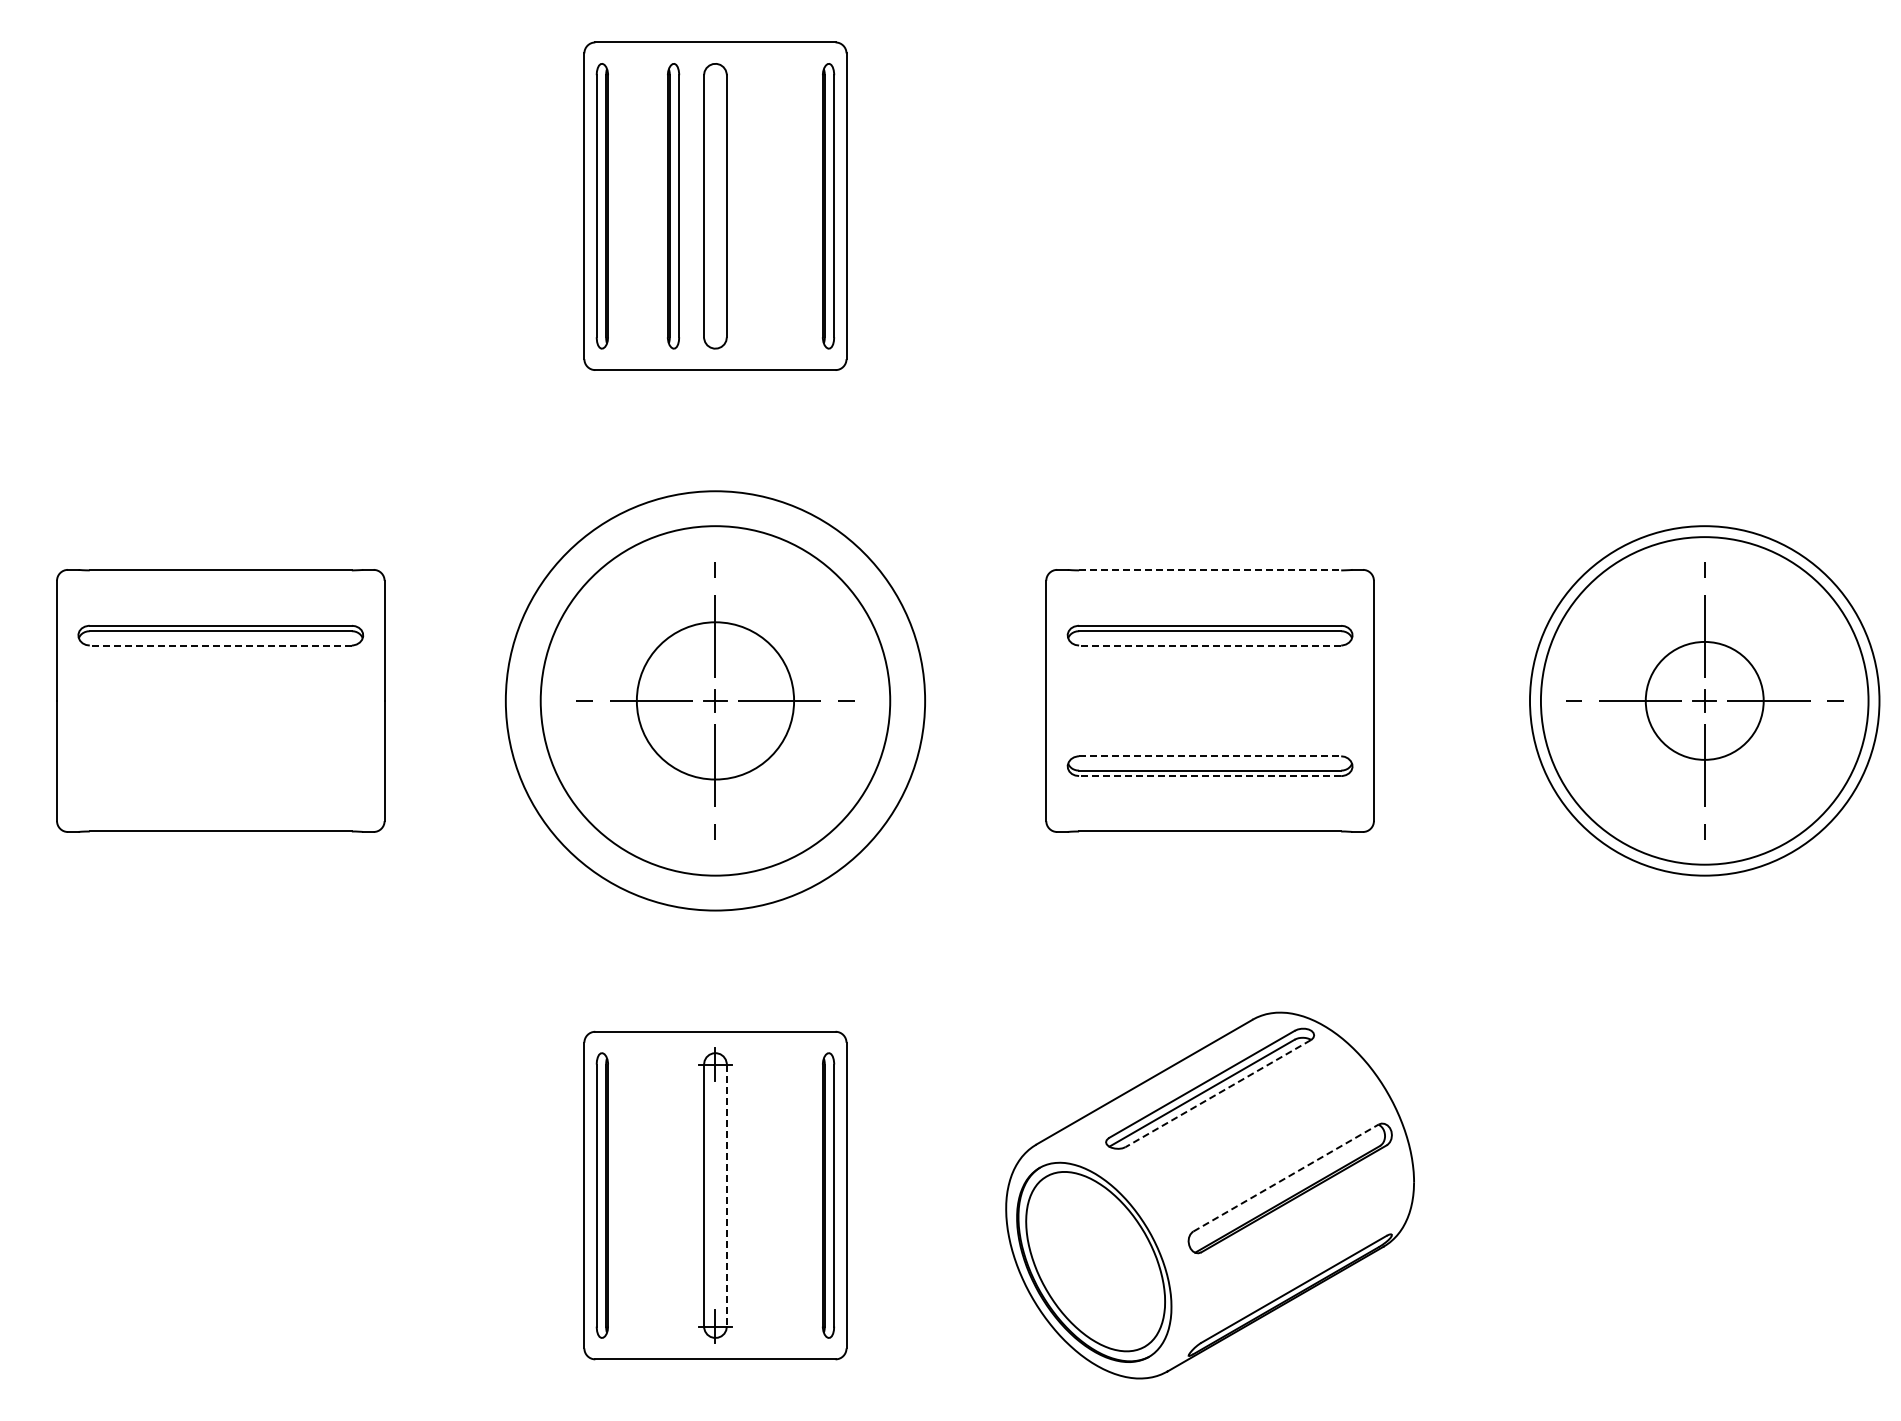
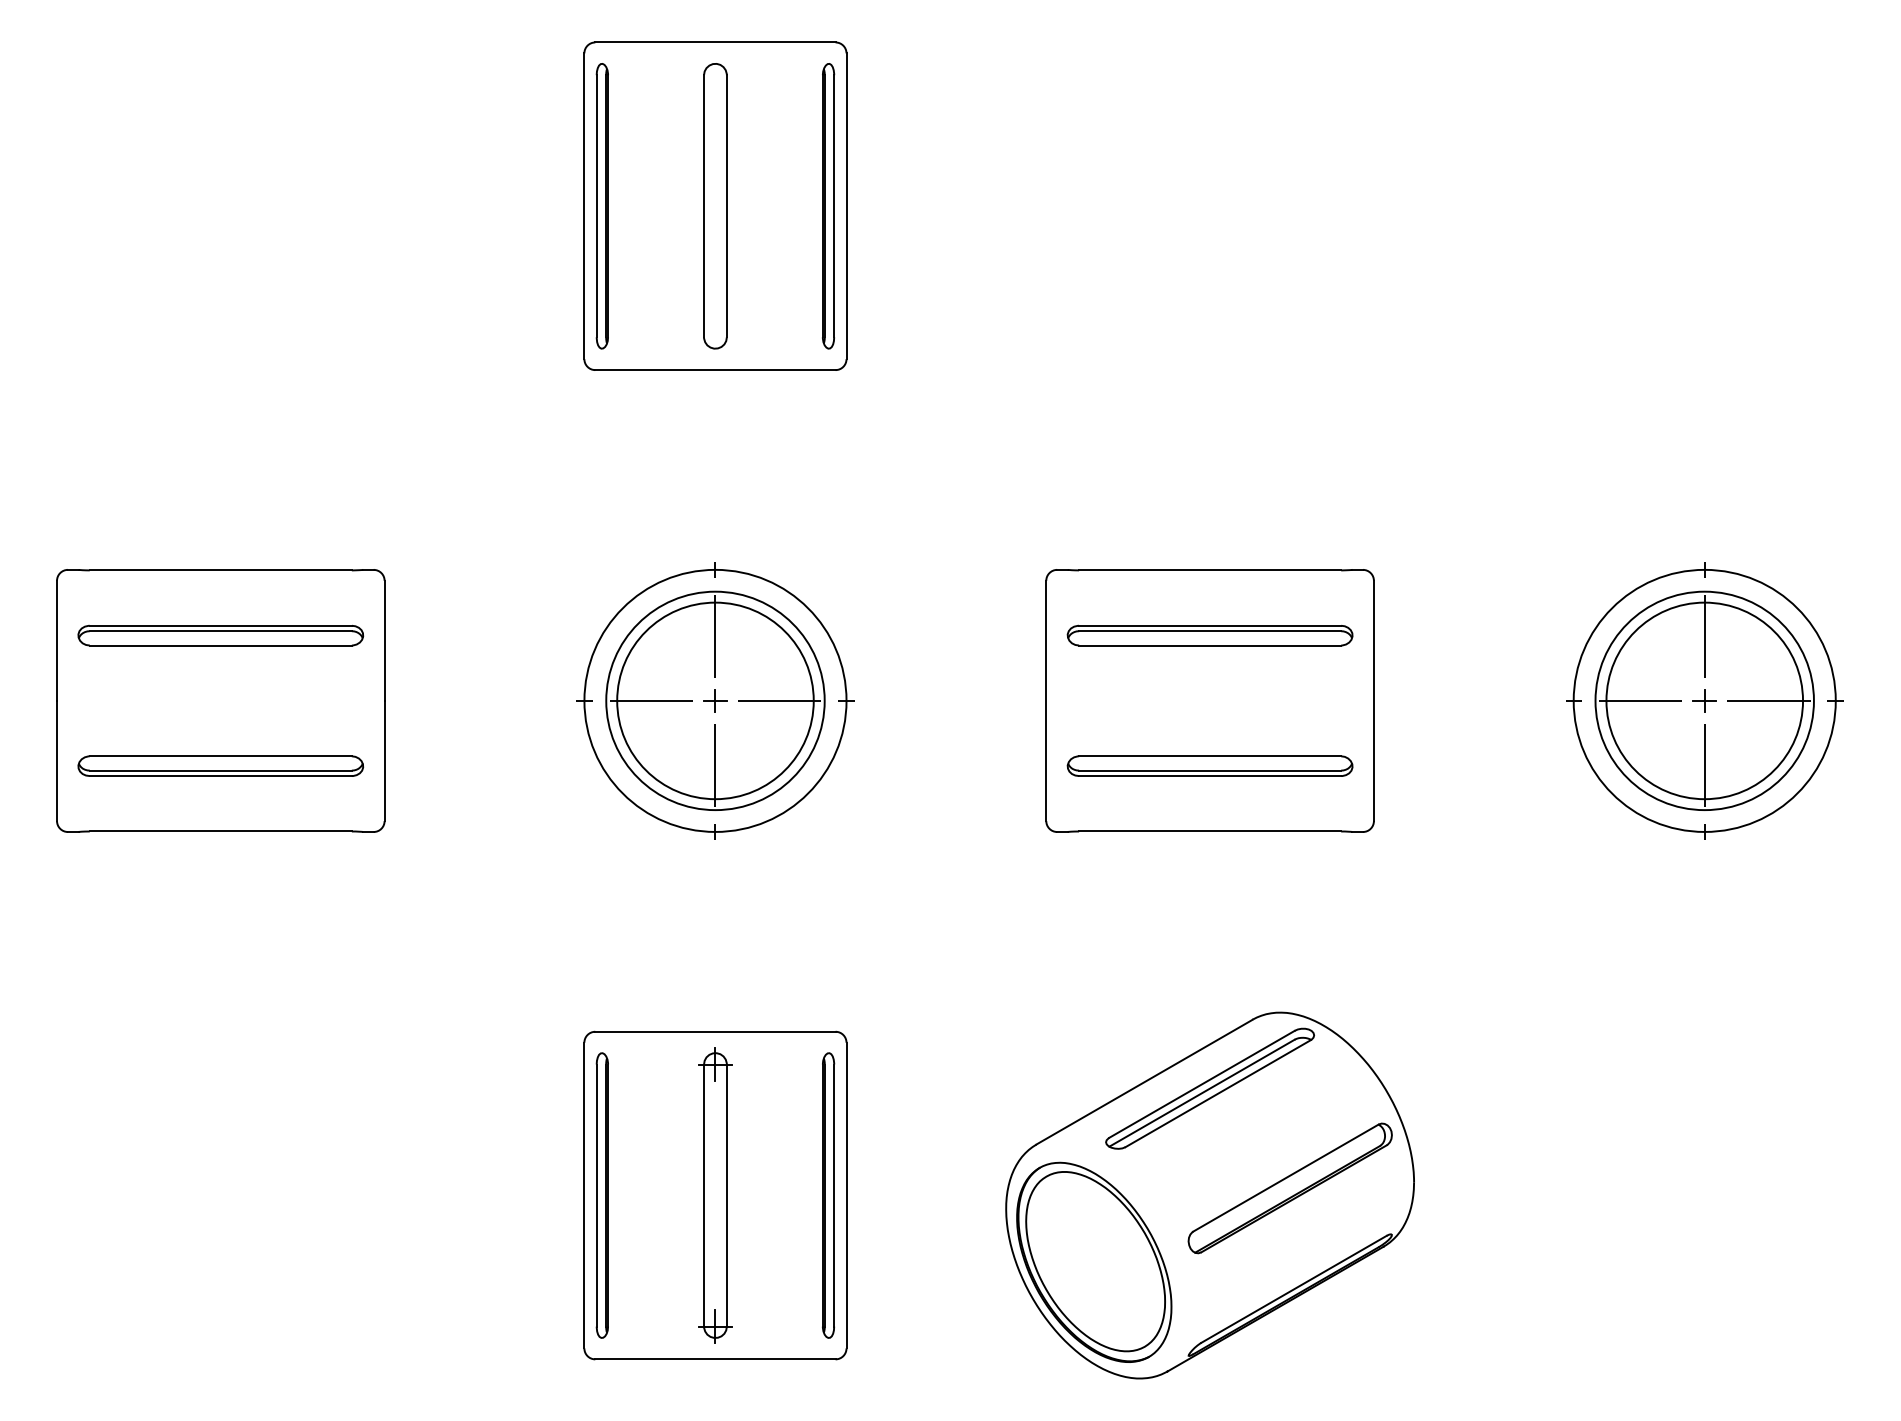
part at (673, 206): present -> none
line at (1210, 570): dashed -> solid
line at (220, 645): dashed -> solid
line at (1209, 645): dashed -> solid
circle at (715, 700) diameter: 157 px -> 197 px
circle at (715, 700) diameter: 349 px -> 218 px
circle at (715, 700) diameter: 419 px -> 262 px
circle at (1704, 700) diameter: 118 px -> 197 px
circle at (1704, 700) diameter: 328 px -> 262 px
circle at (1704, 700) diameter: 349 px -> 218 px
line at (1210, 756): dashed -> solid
part at (220, 765): none -> present
line at (1209, 776): dashed -> solid
line at (1218, 1093): dashed -> solid
line at (1286, 1178): dashed -> solid
line at (726, 1196): dashed -> solid
